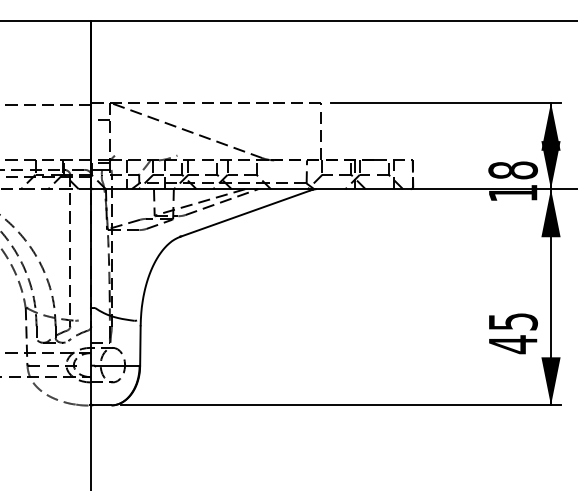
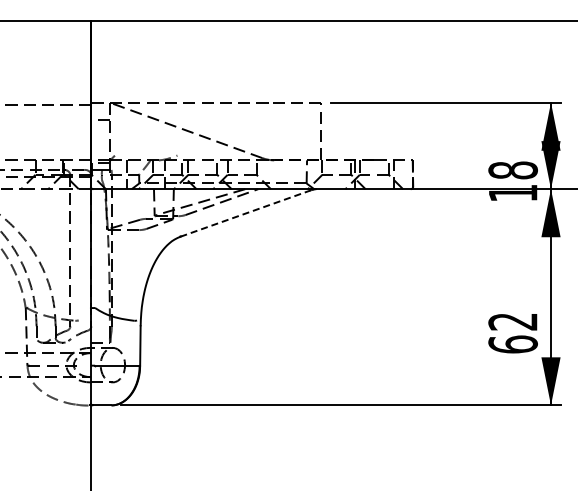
line at (246, 213): solid -> dashed
text at (512, 333): 45 -> 62
